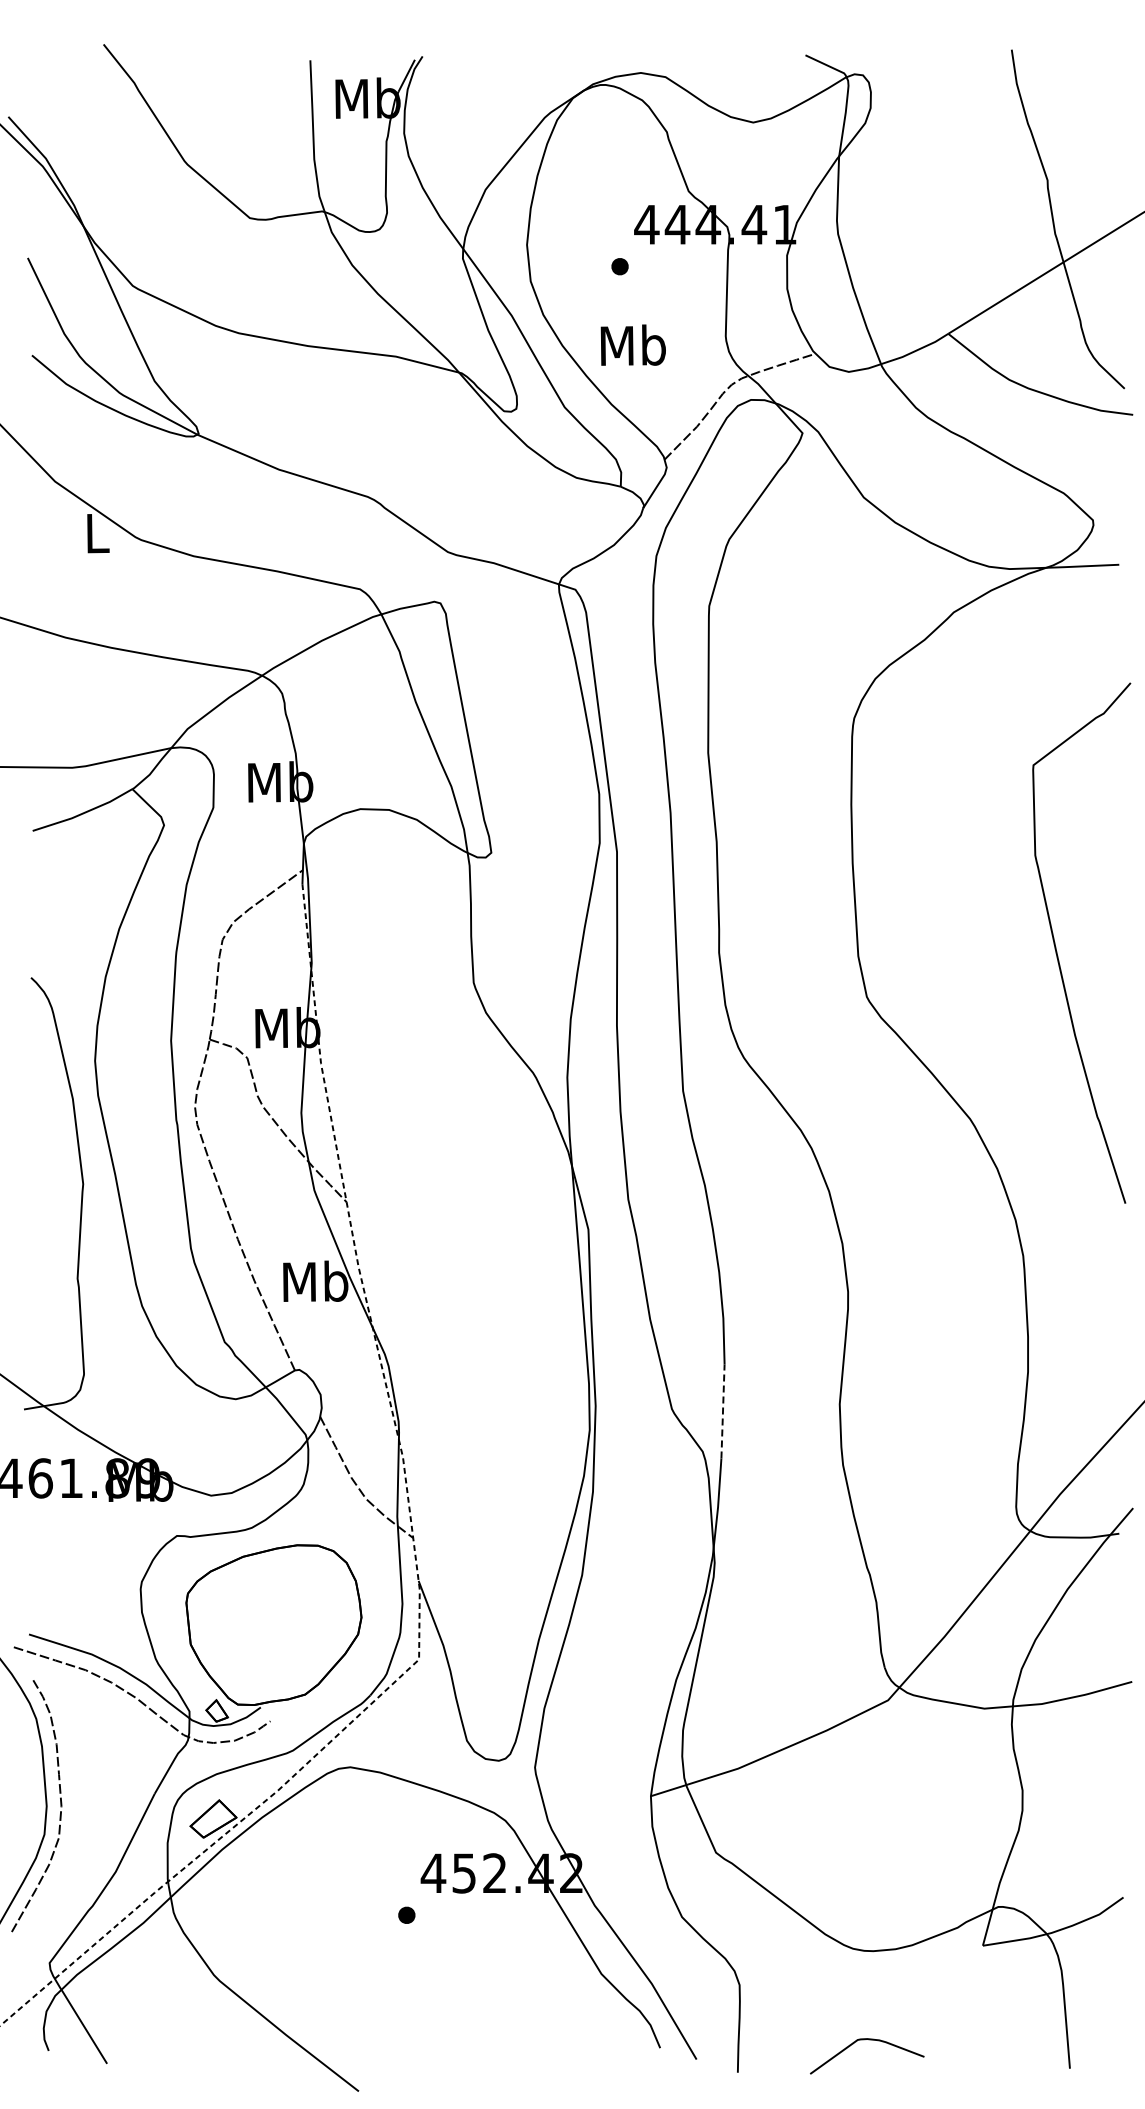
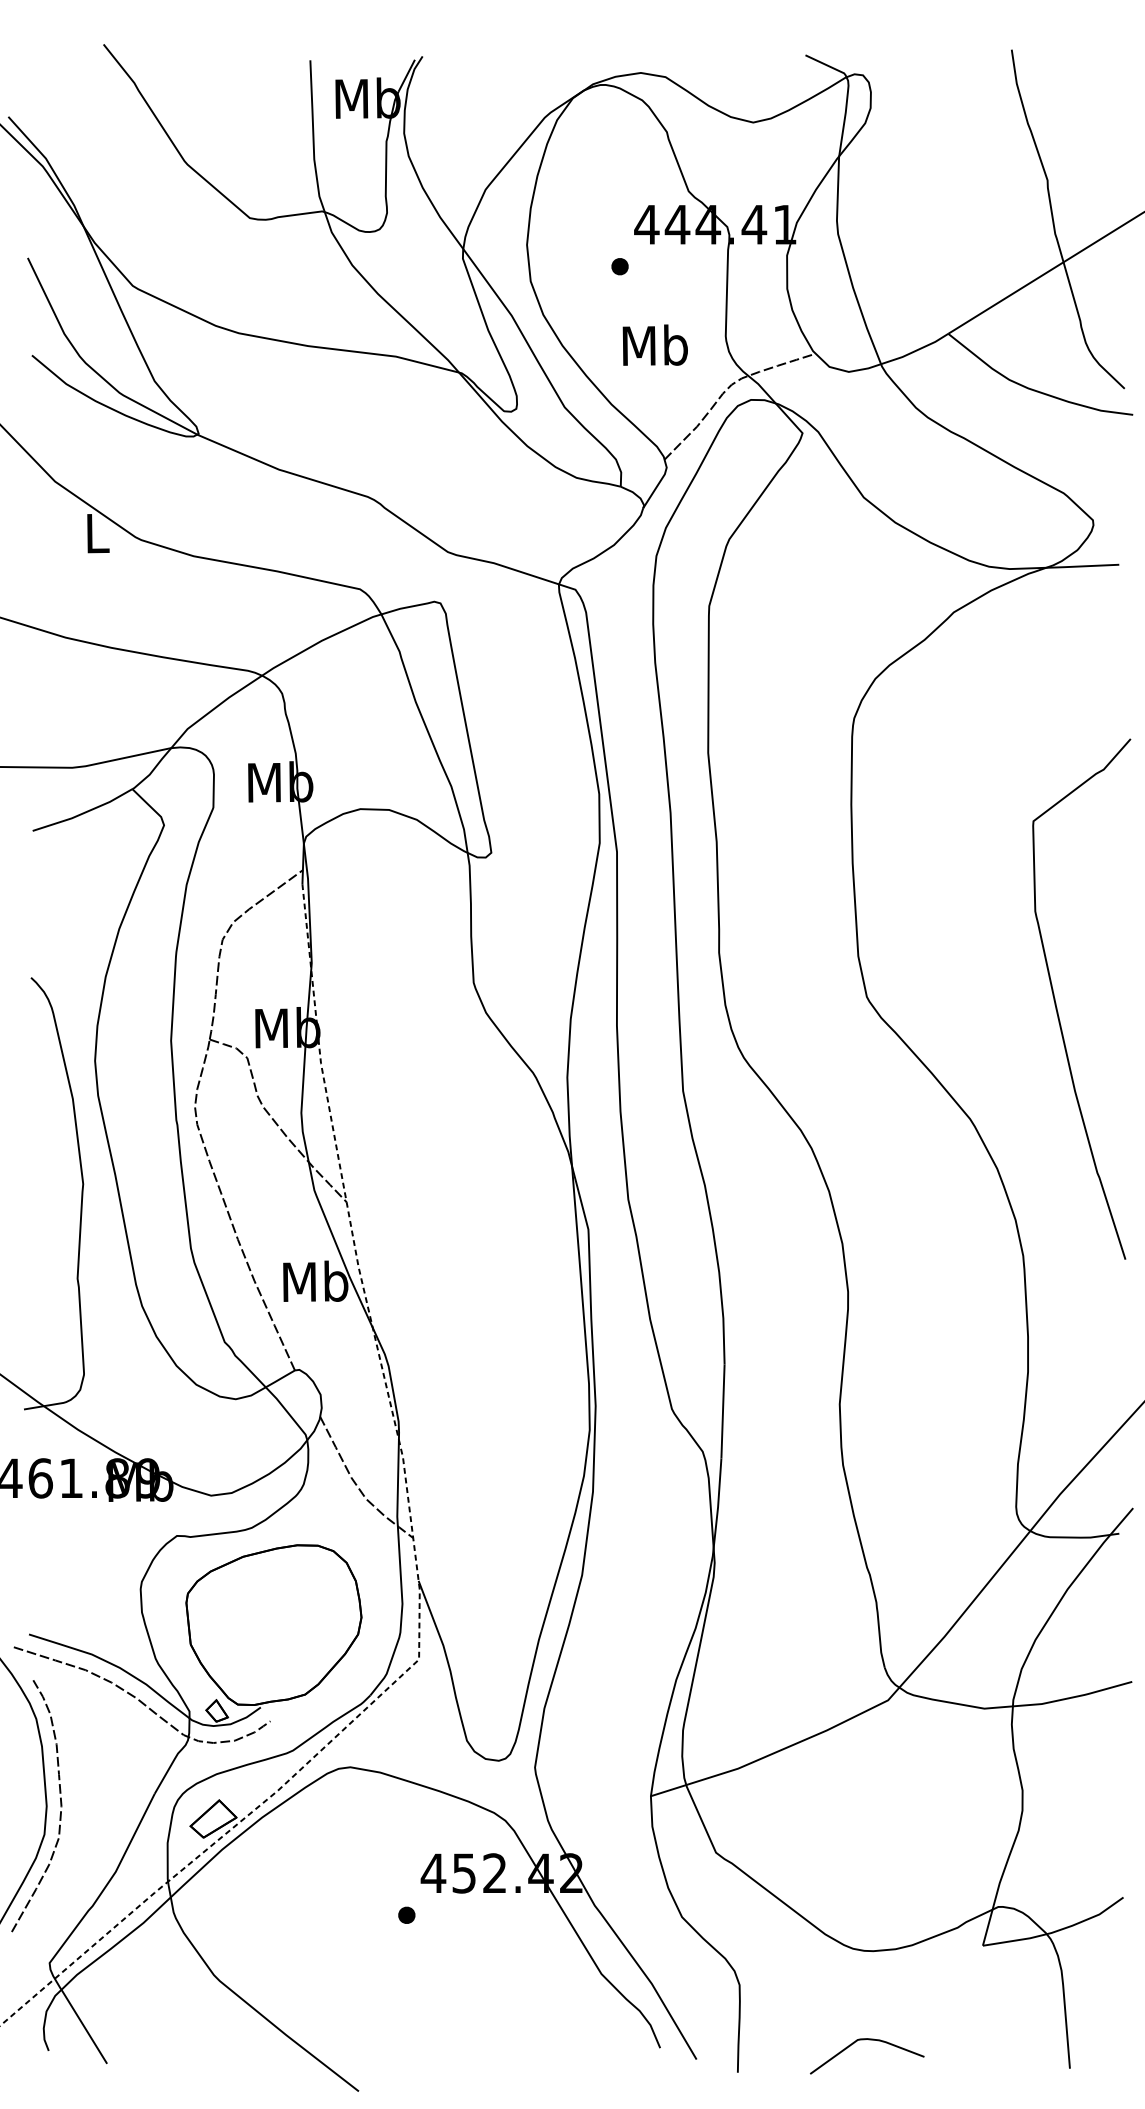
text at (632, 344) position: (632, 344) -> (654, 344)
curve at (1056, 946) position: (1056, 946) -> (1056, 1002)
line at (723, 1410): dashed -> solid
